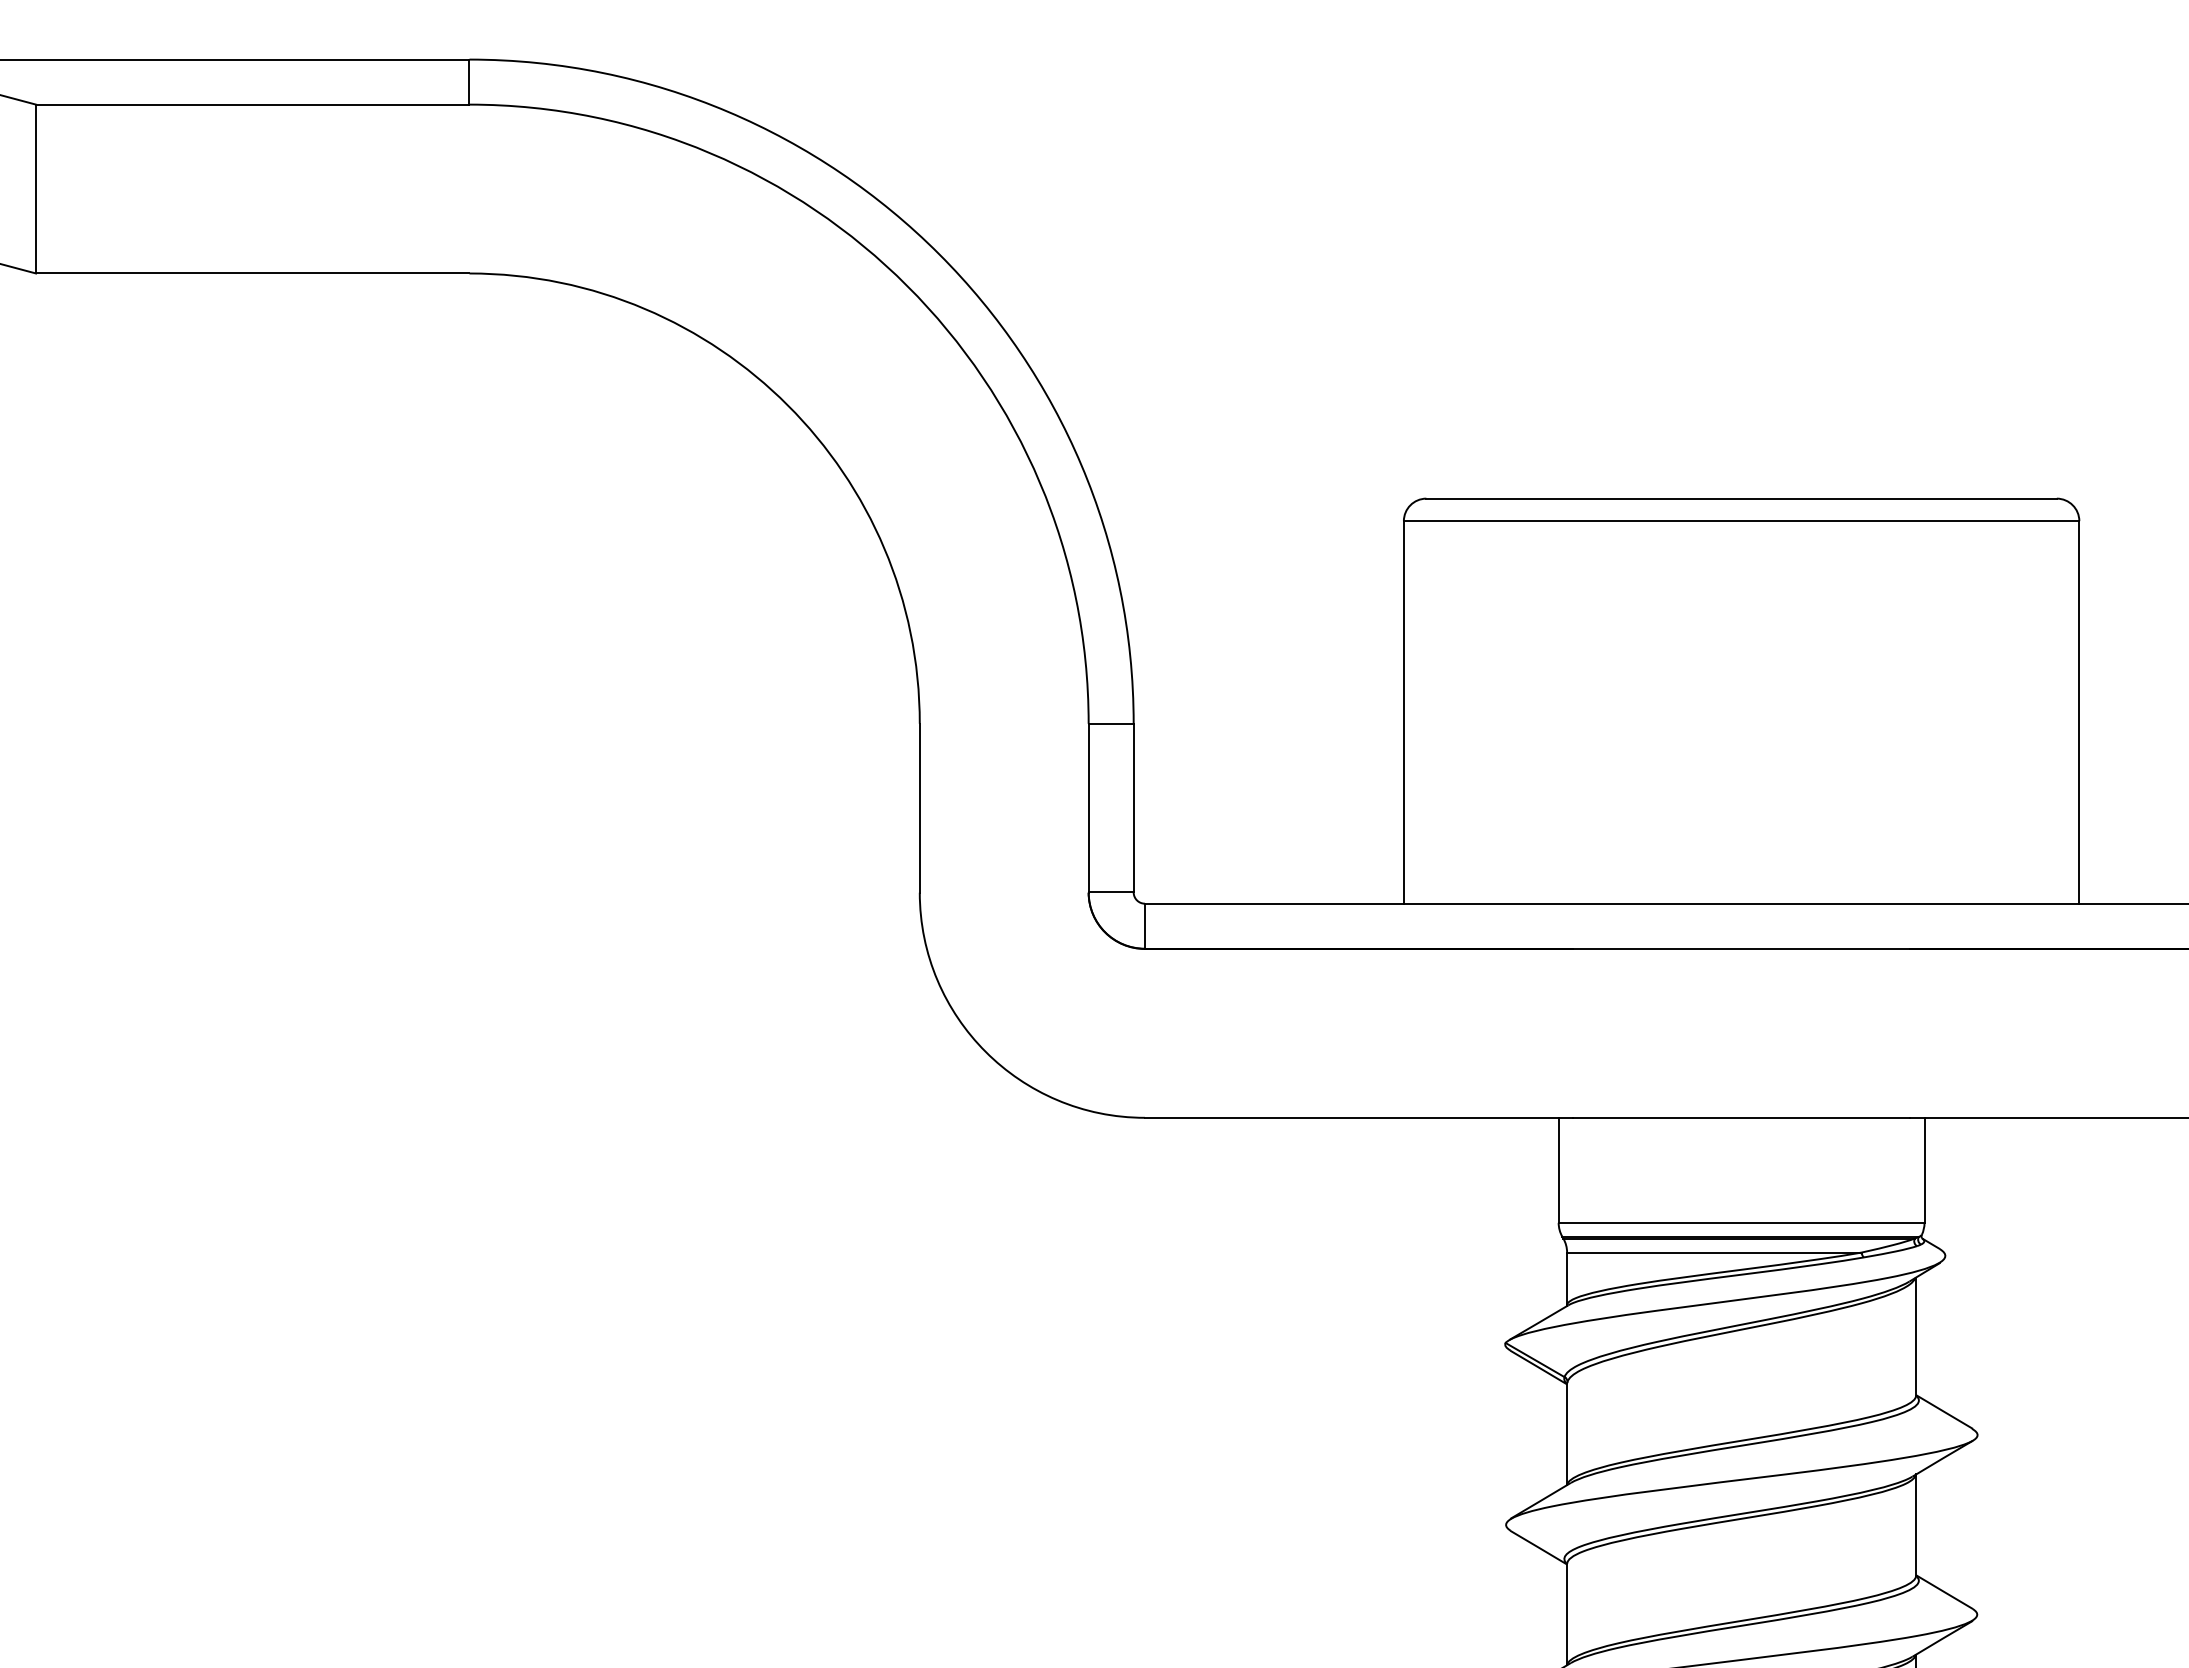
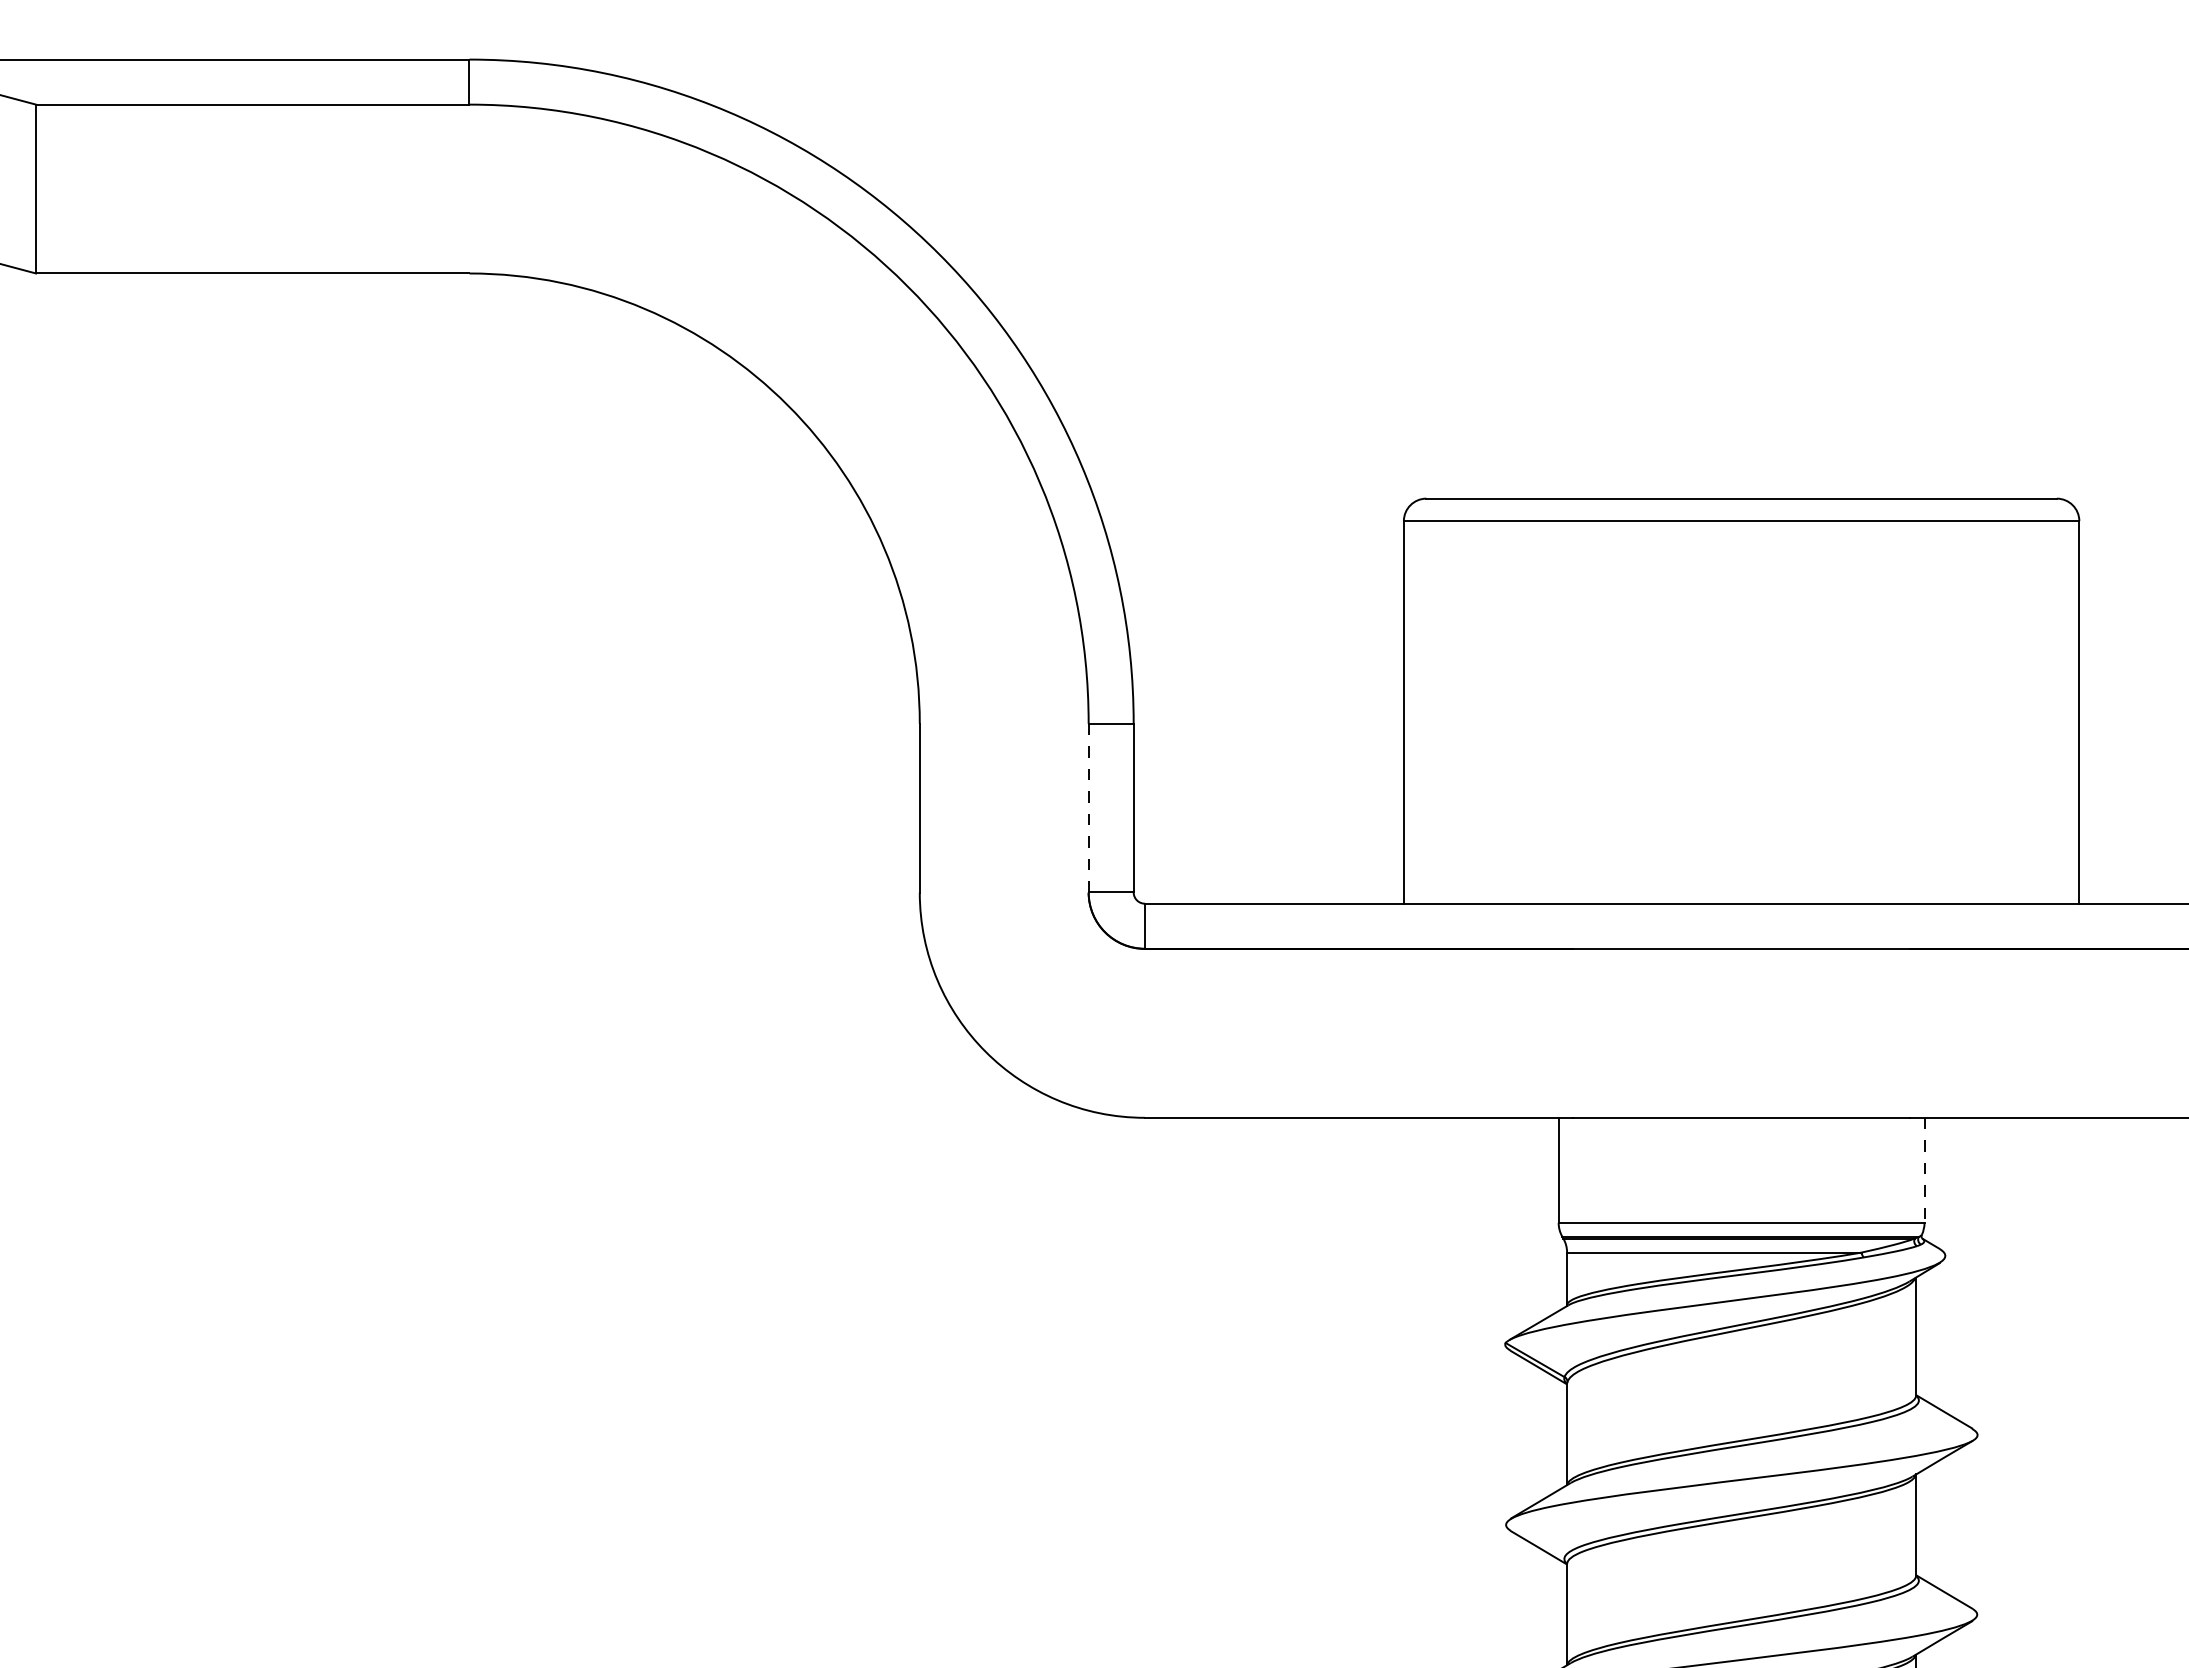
line at (1088, 808): solid -> dashed
line at (1924, 1170): solid -> dashed
